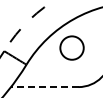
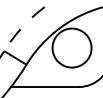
circle at (71, 47) diameter: 23 px -> 39 px
line at (44, 87): dashed -> solid
